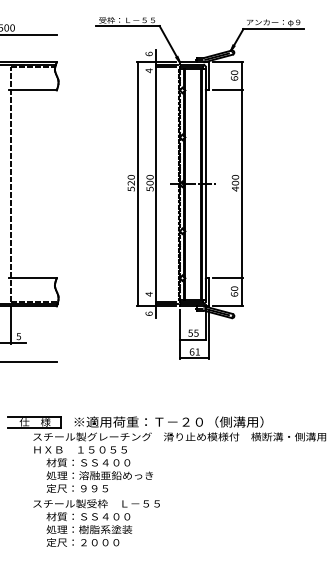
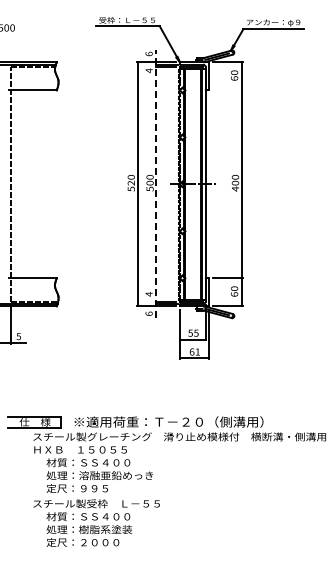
line at (29, 35): present -> none
line at (227, 90): present -> none
line at (156, 184): solid -> dashed
line at (29, 361): present -> none
